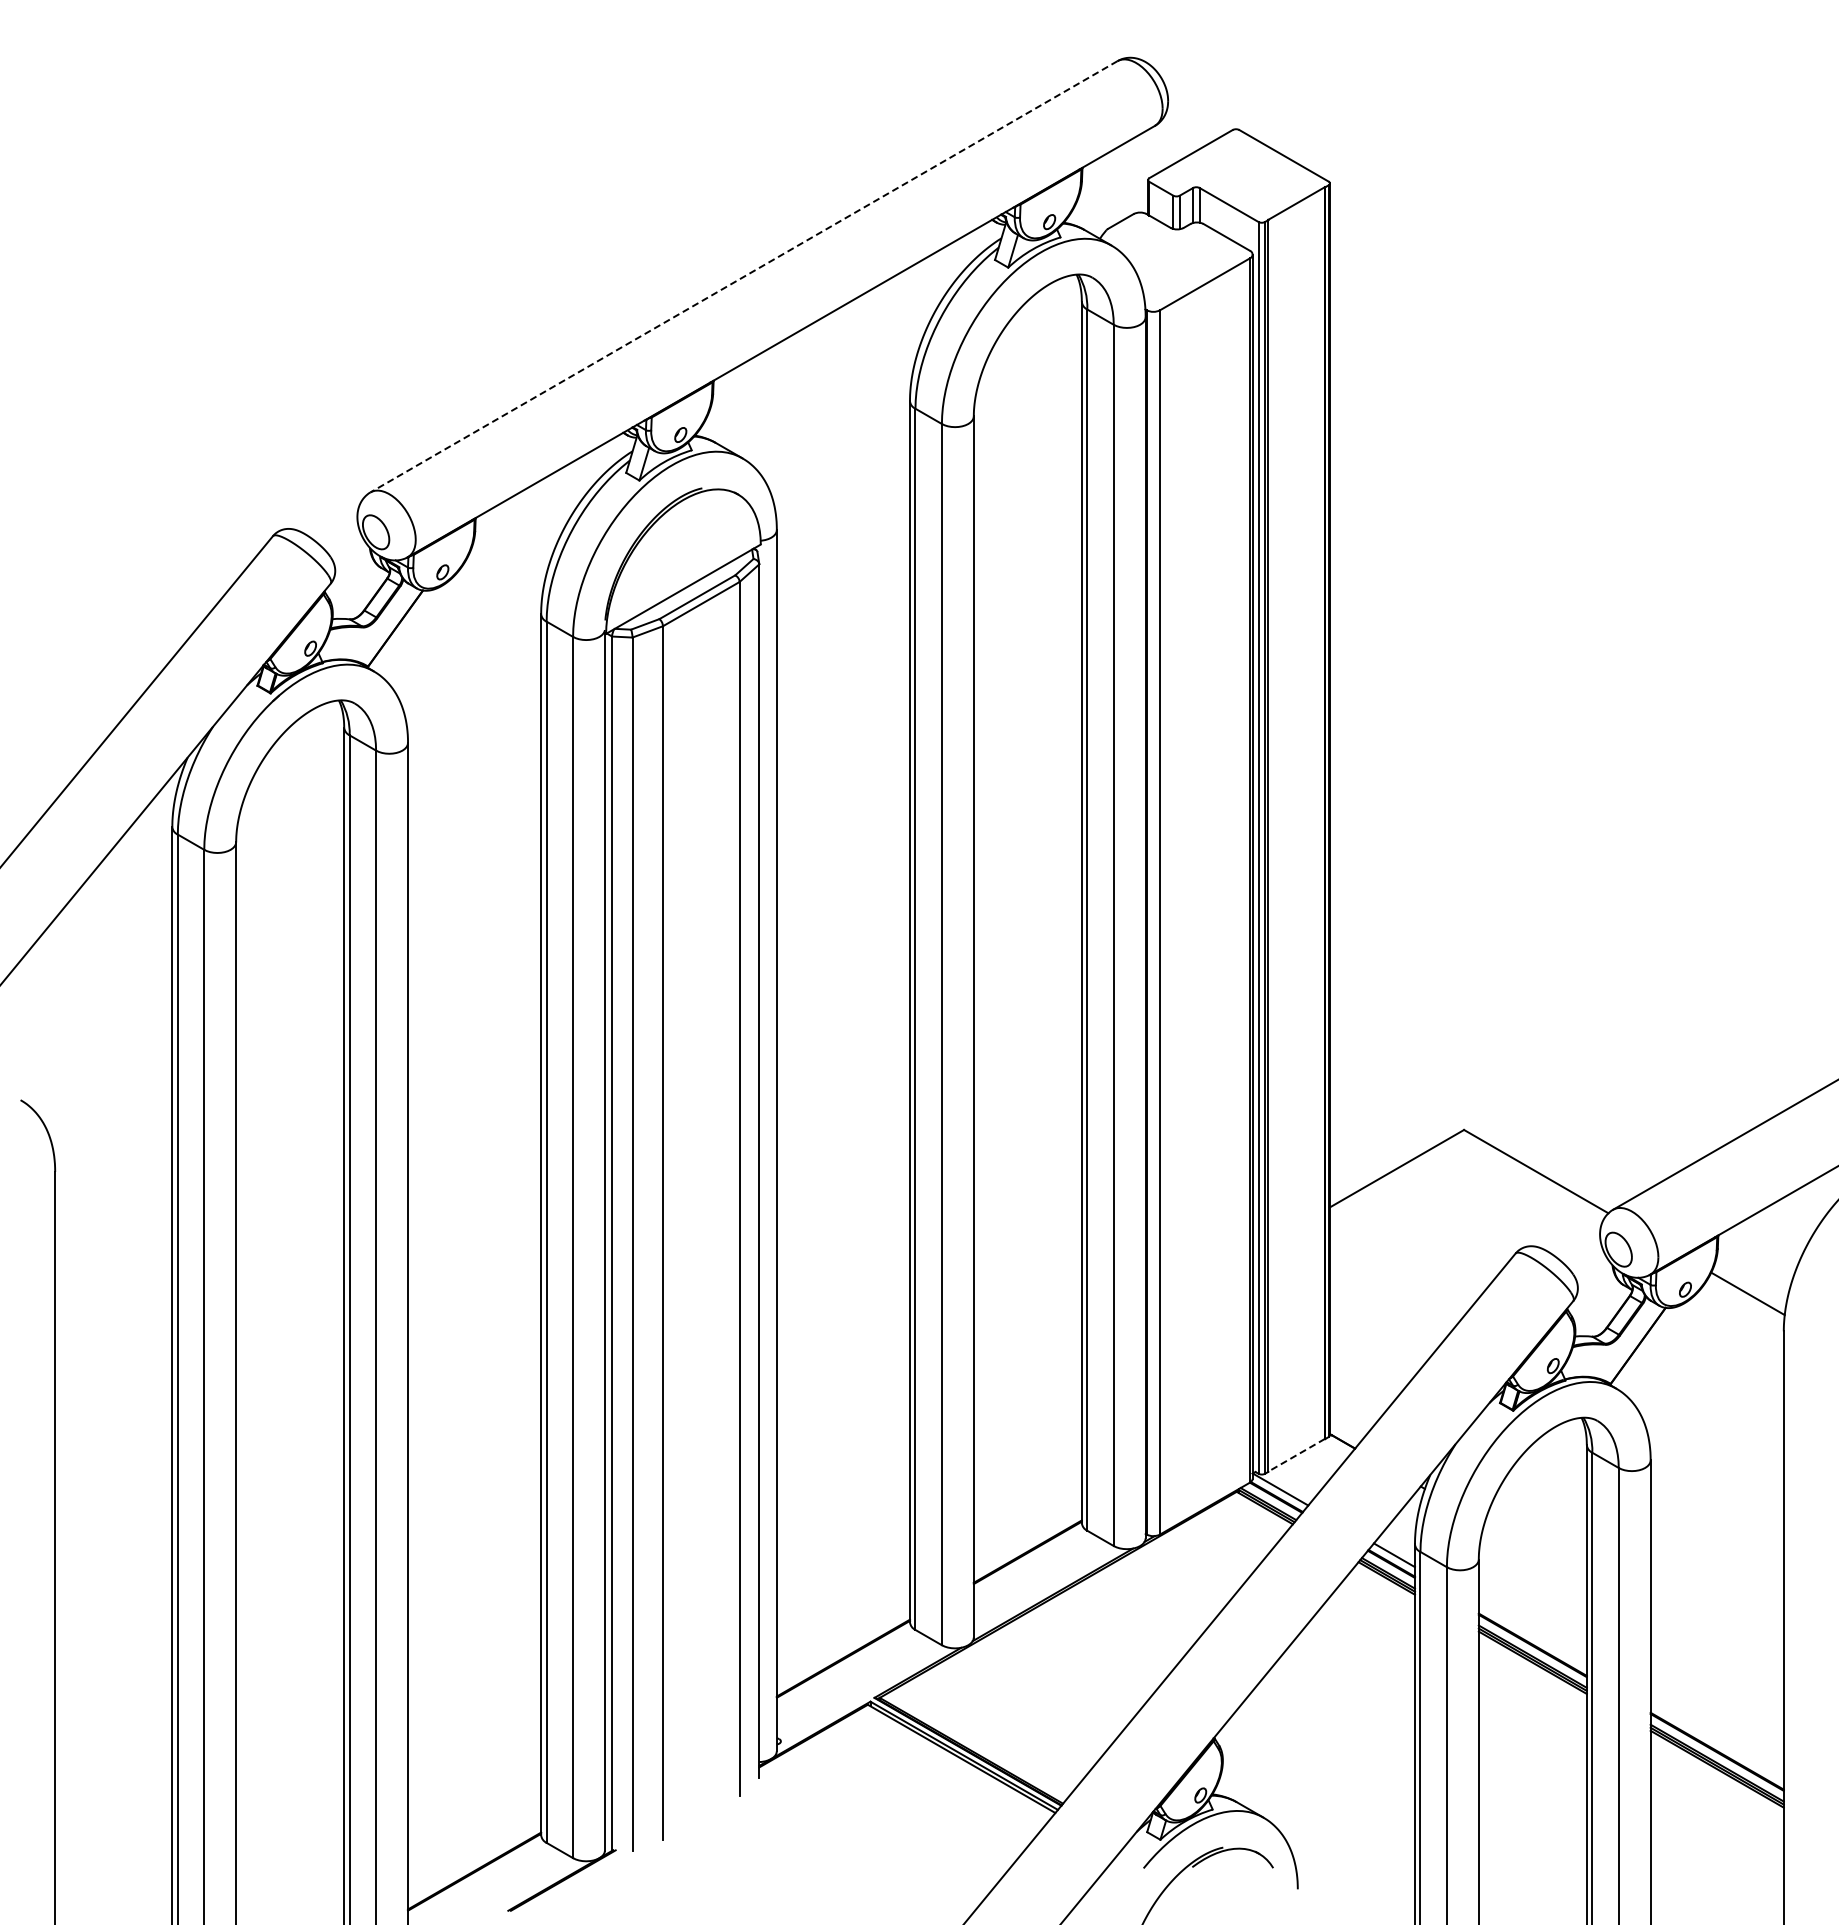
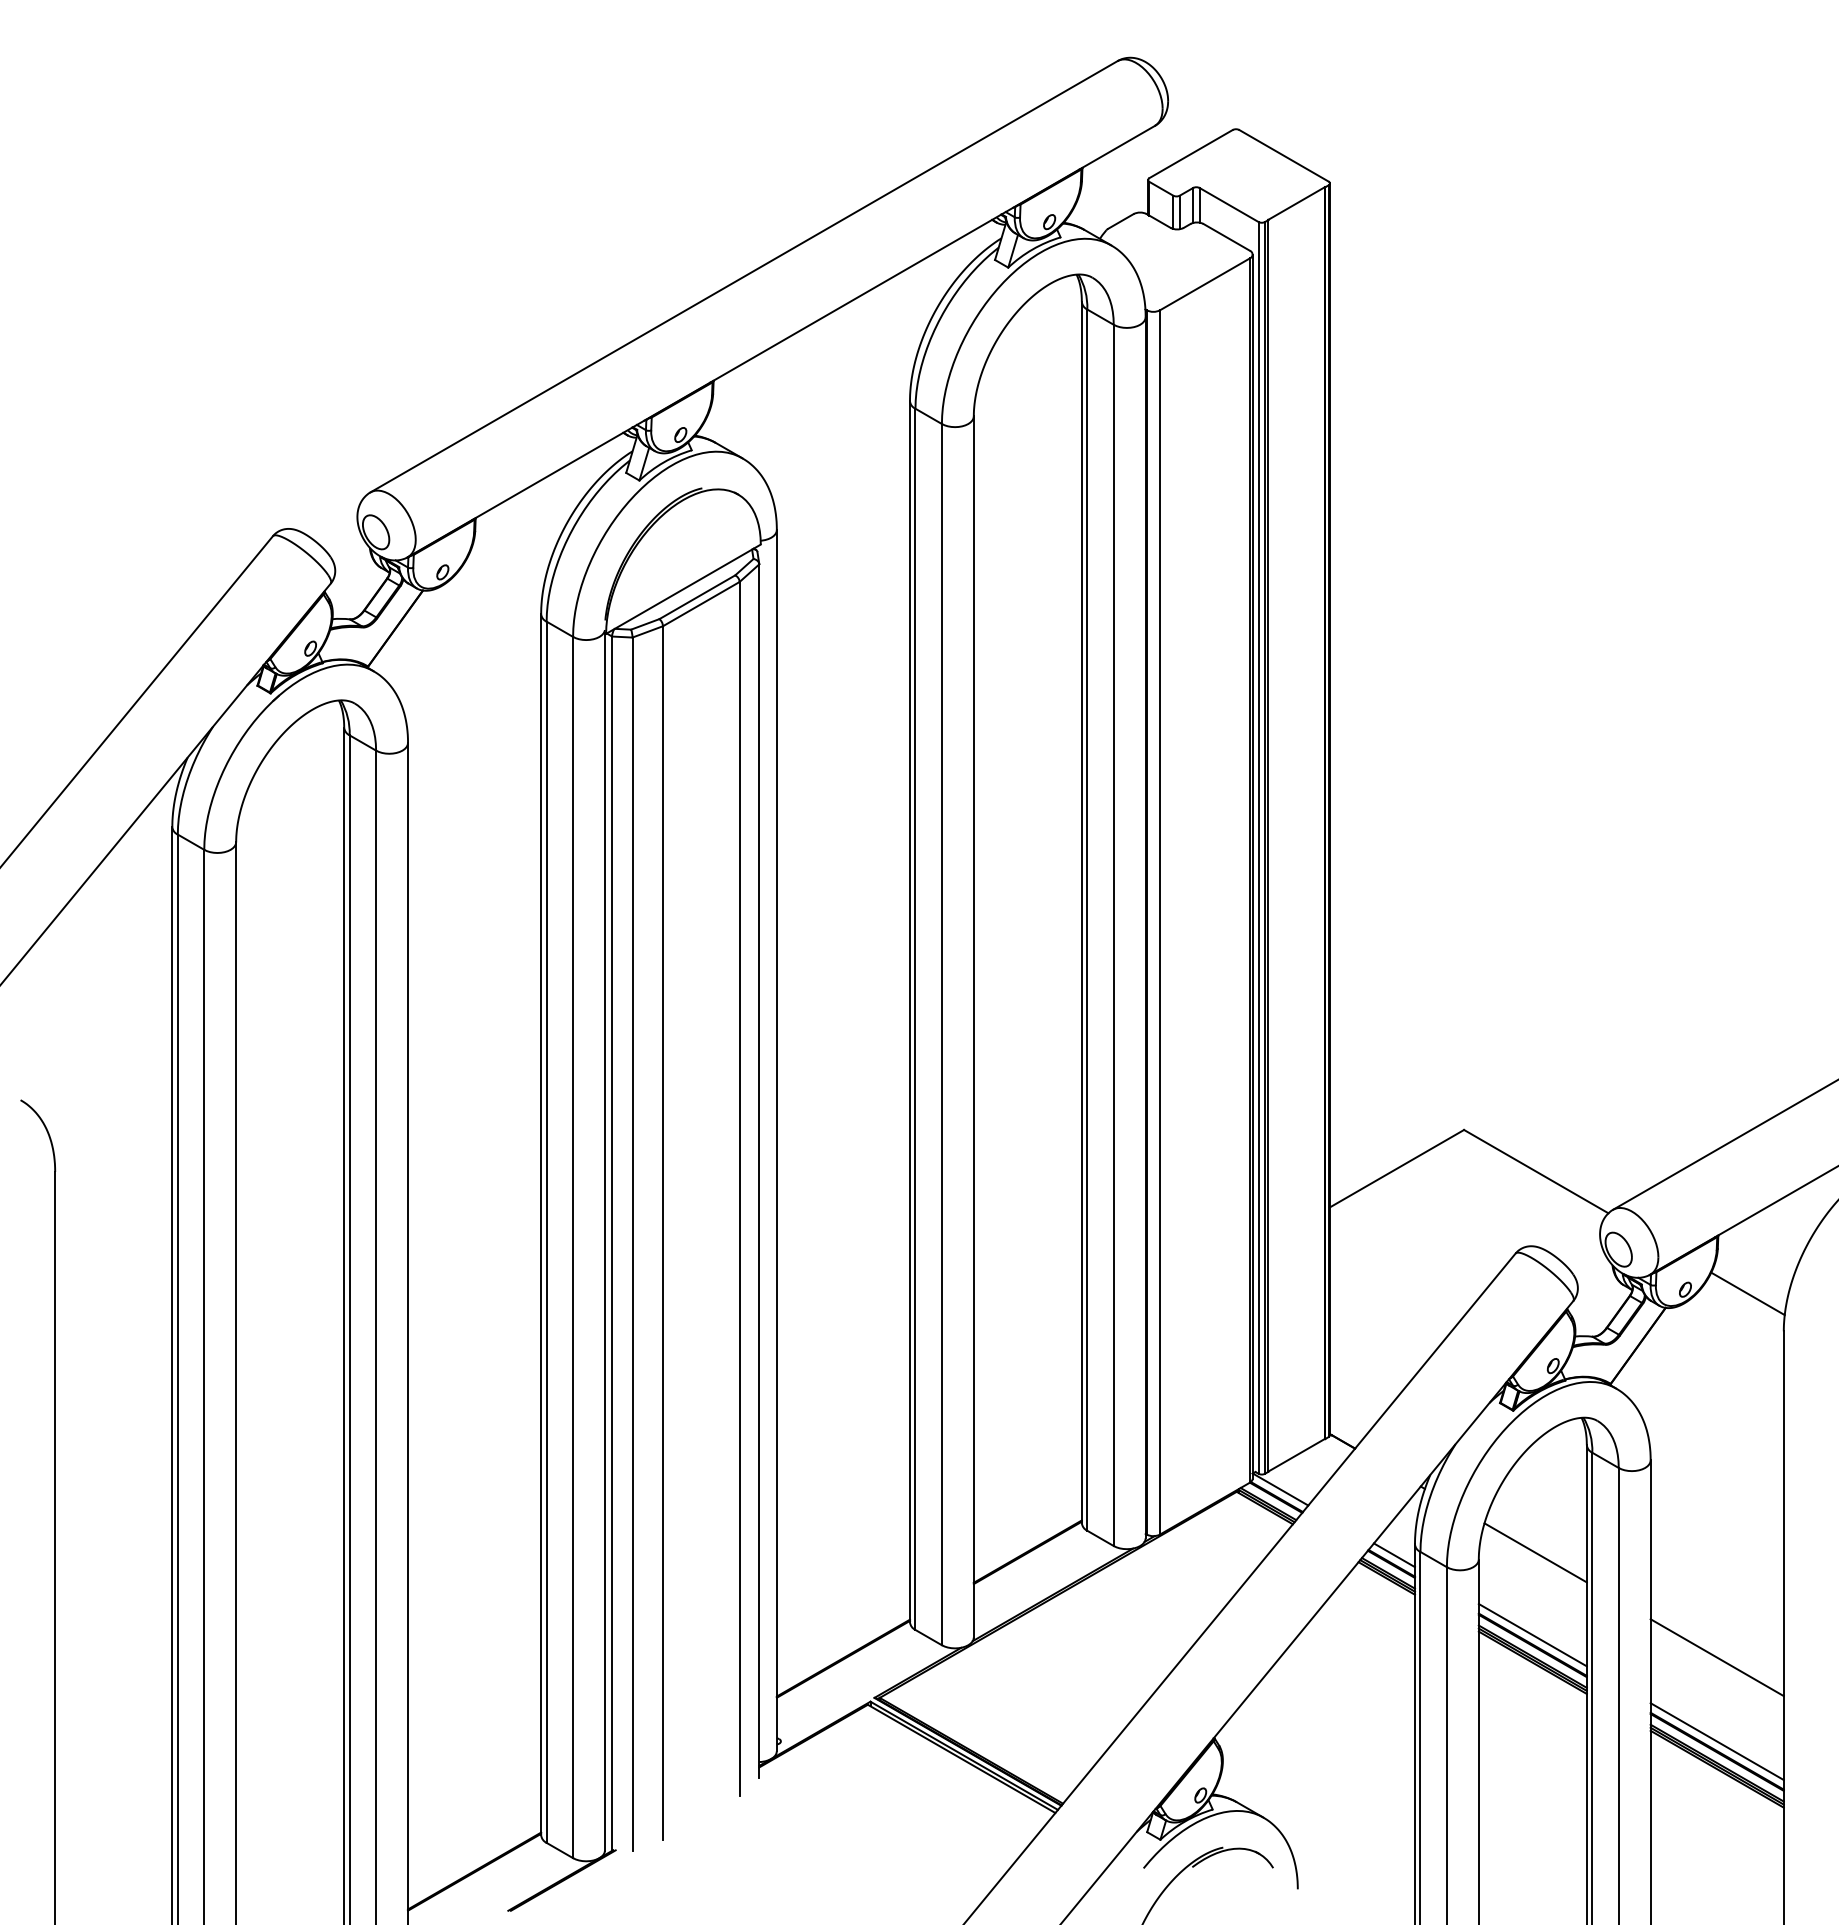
line at (743, 276): dashed -> solid
line at (1296, 1455): dashed -> solid
line at (1535, 1552): none -> present
line at (1532, 1634): none -> present
line at (1716, 1657): none -> present
line at (1716, 1741): none -> present
